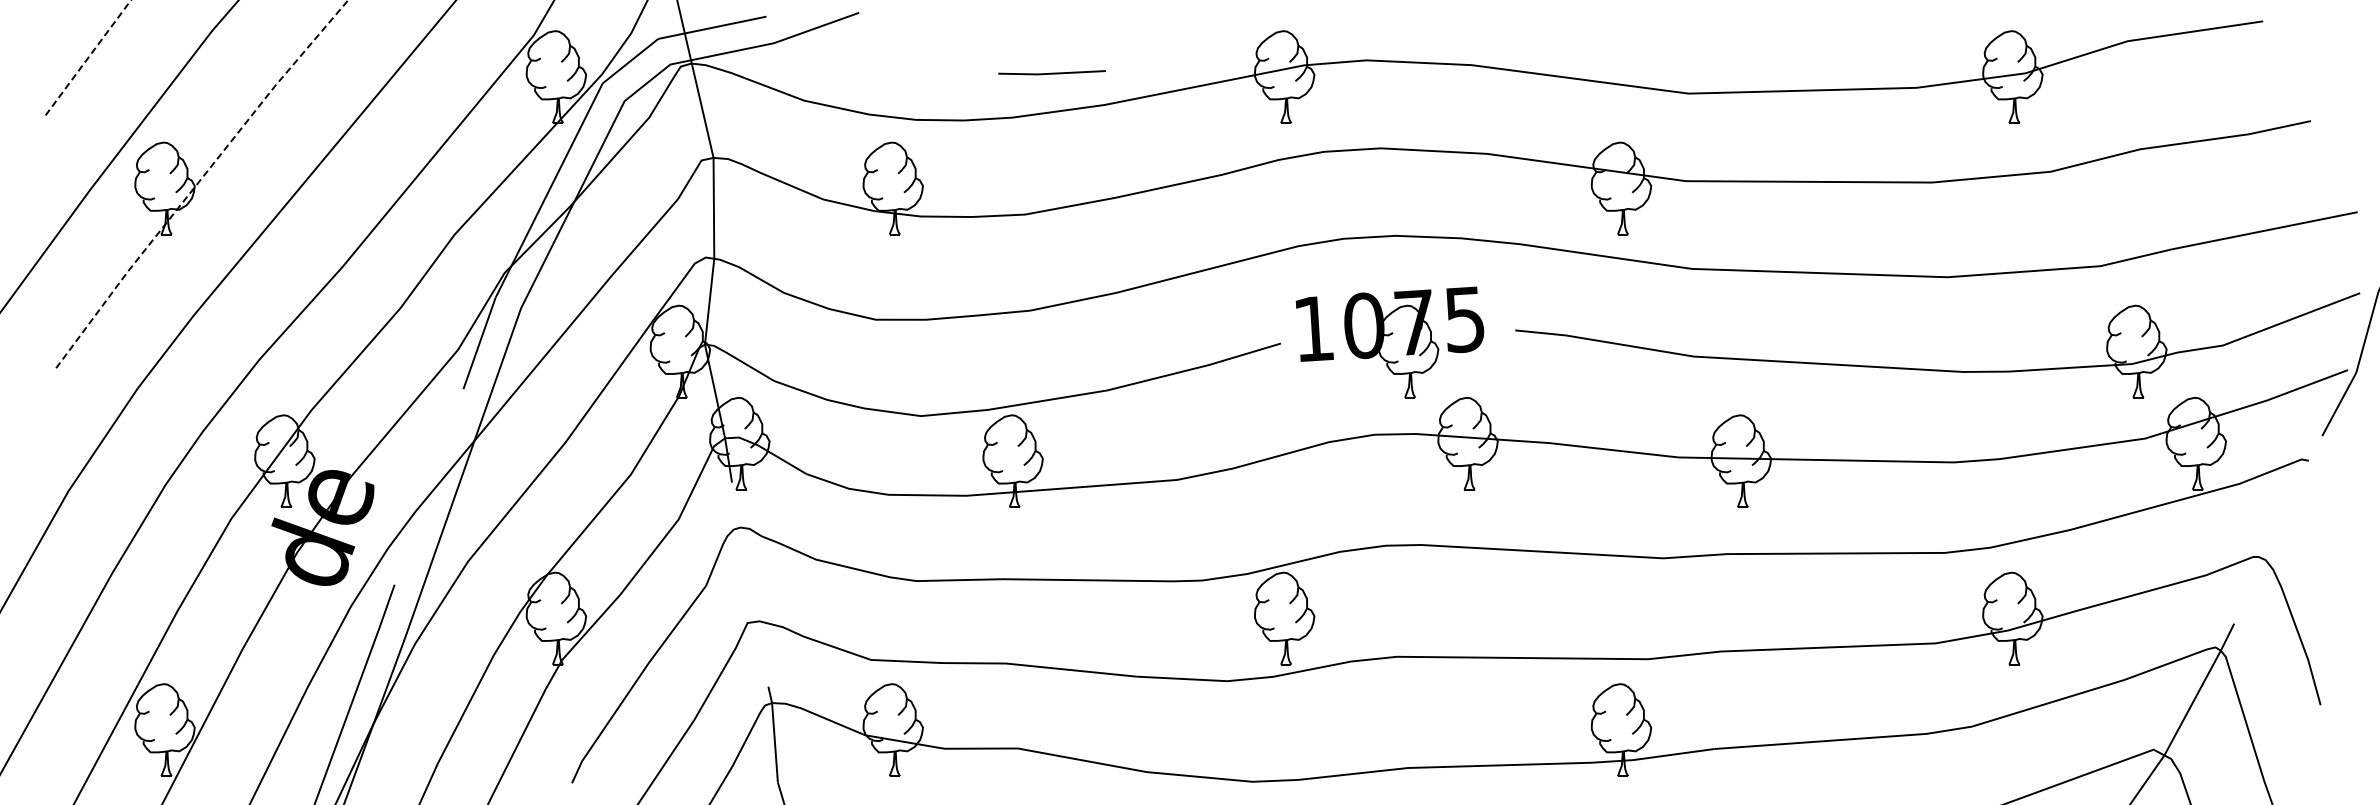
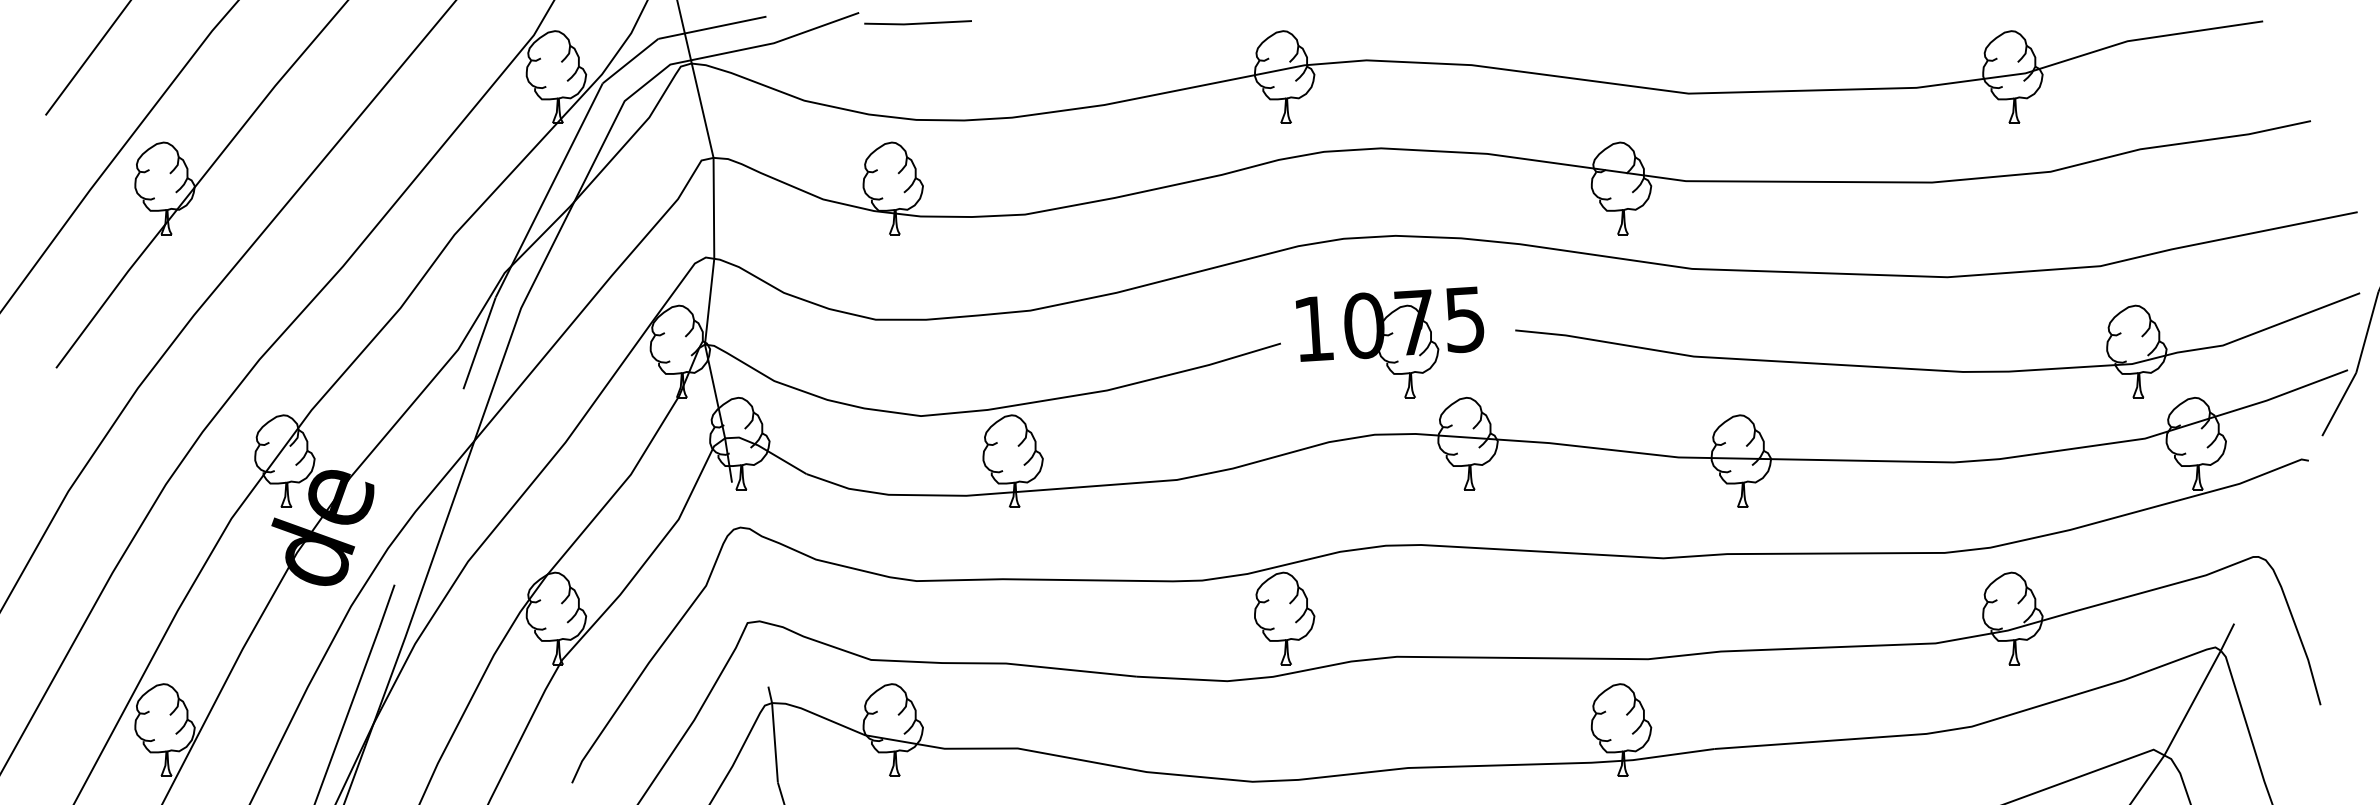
line at (88, 57): dashed -> solid
line at (1051, 72) position: (1051, 72) -> (917, 22)
line at (199, 181): dashed -> solid
